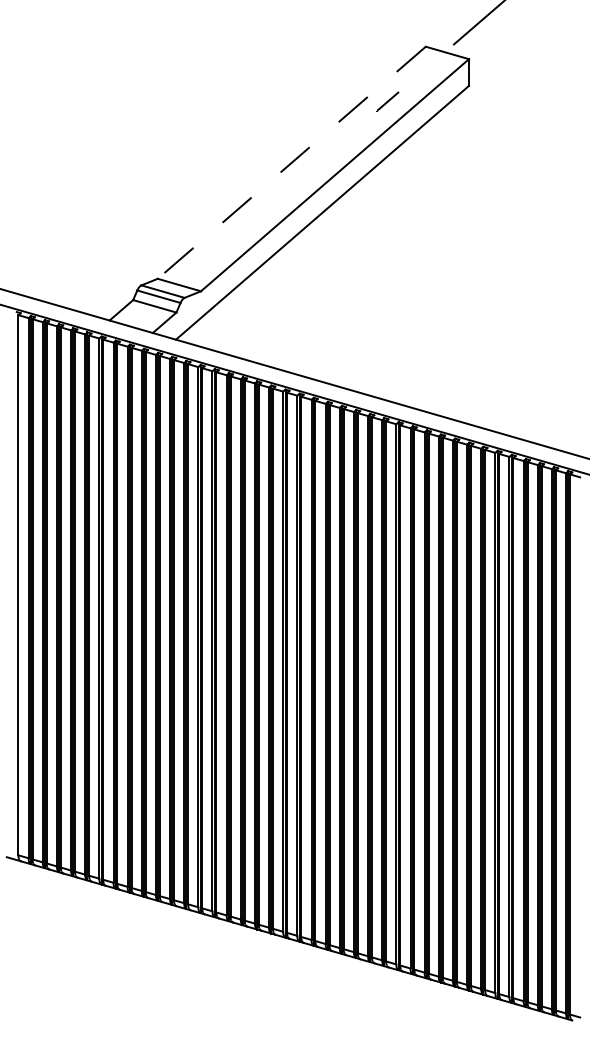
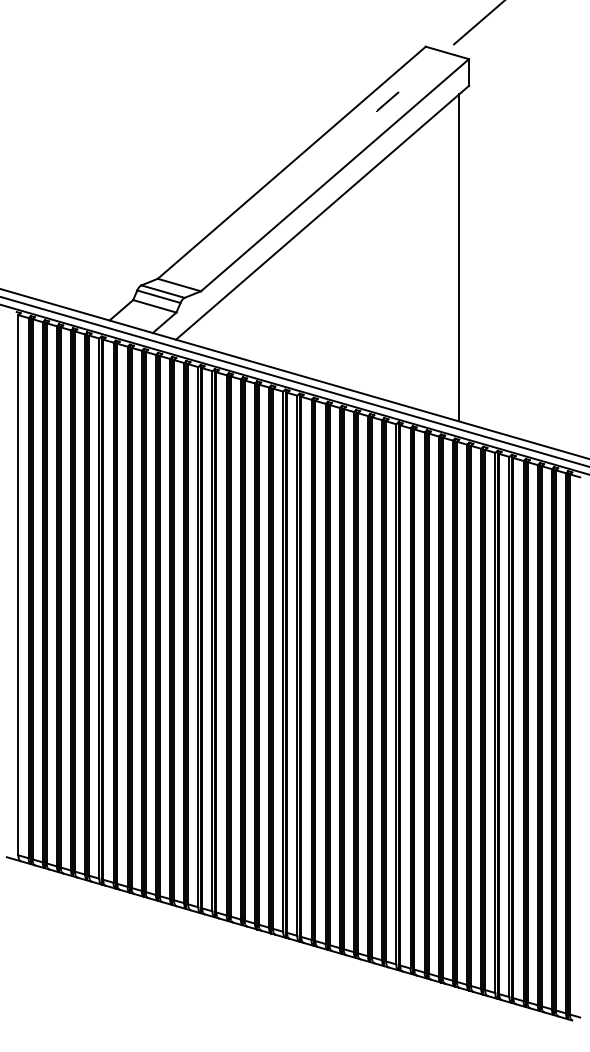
line at (291, 163): dashed -> solid
line at (459, 257): none -> present
line at (294, 381): none -> present
